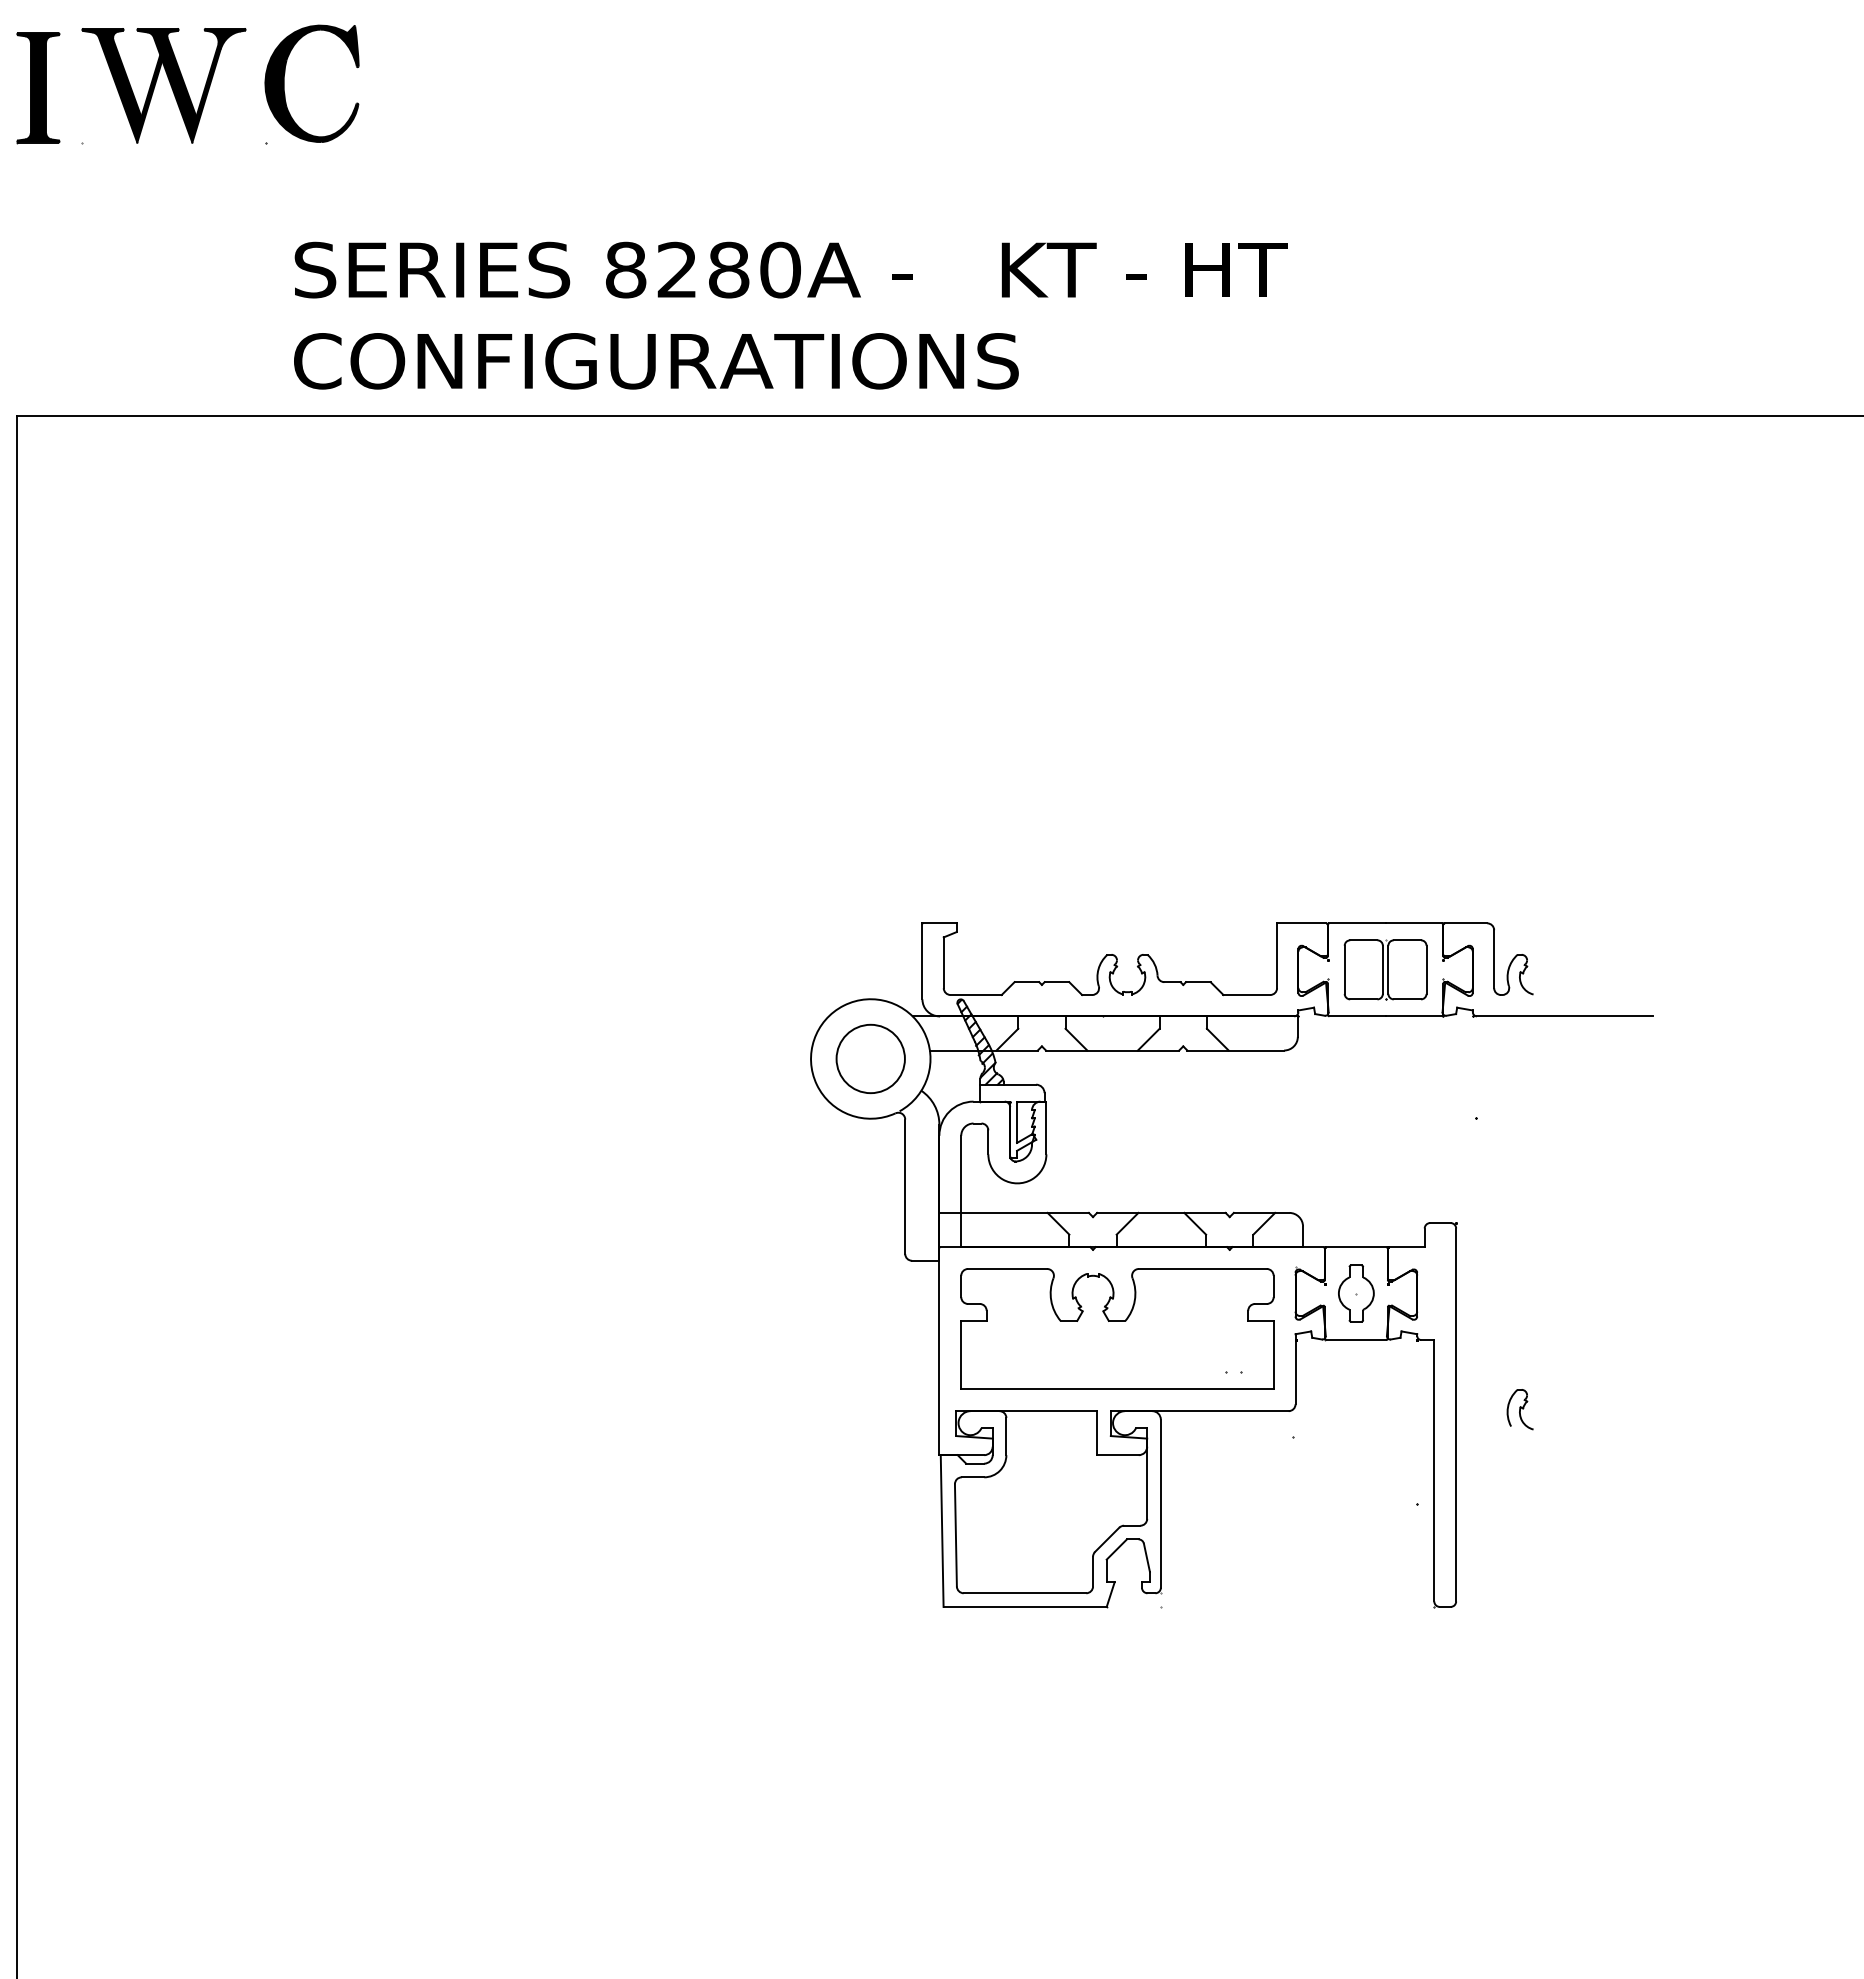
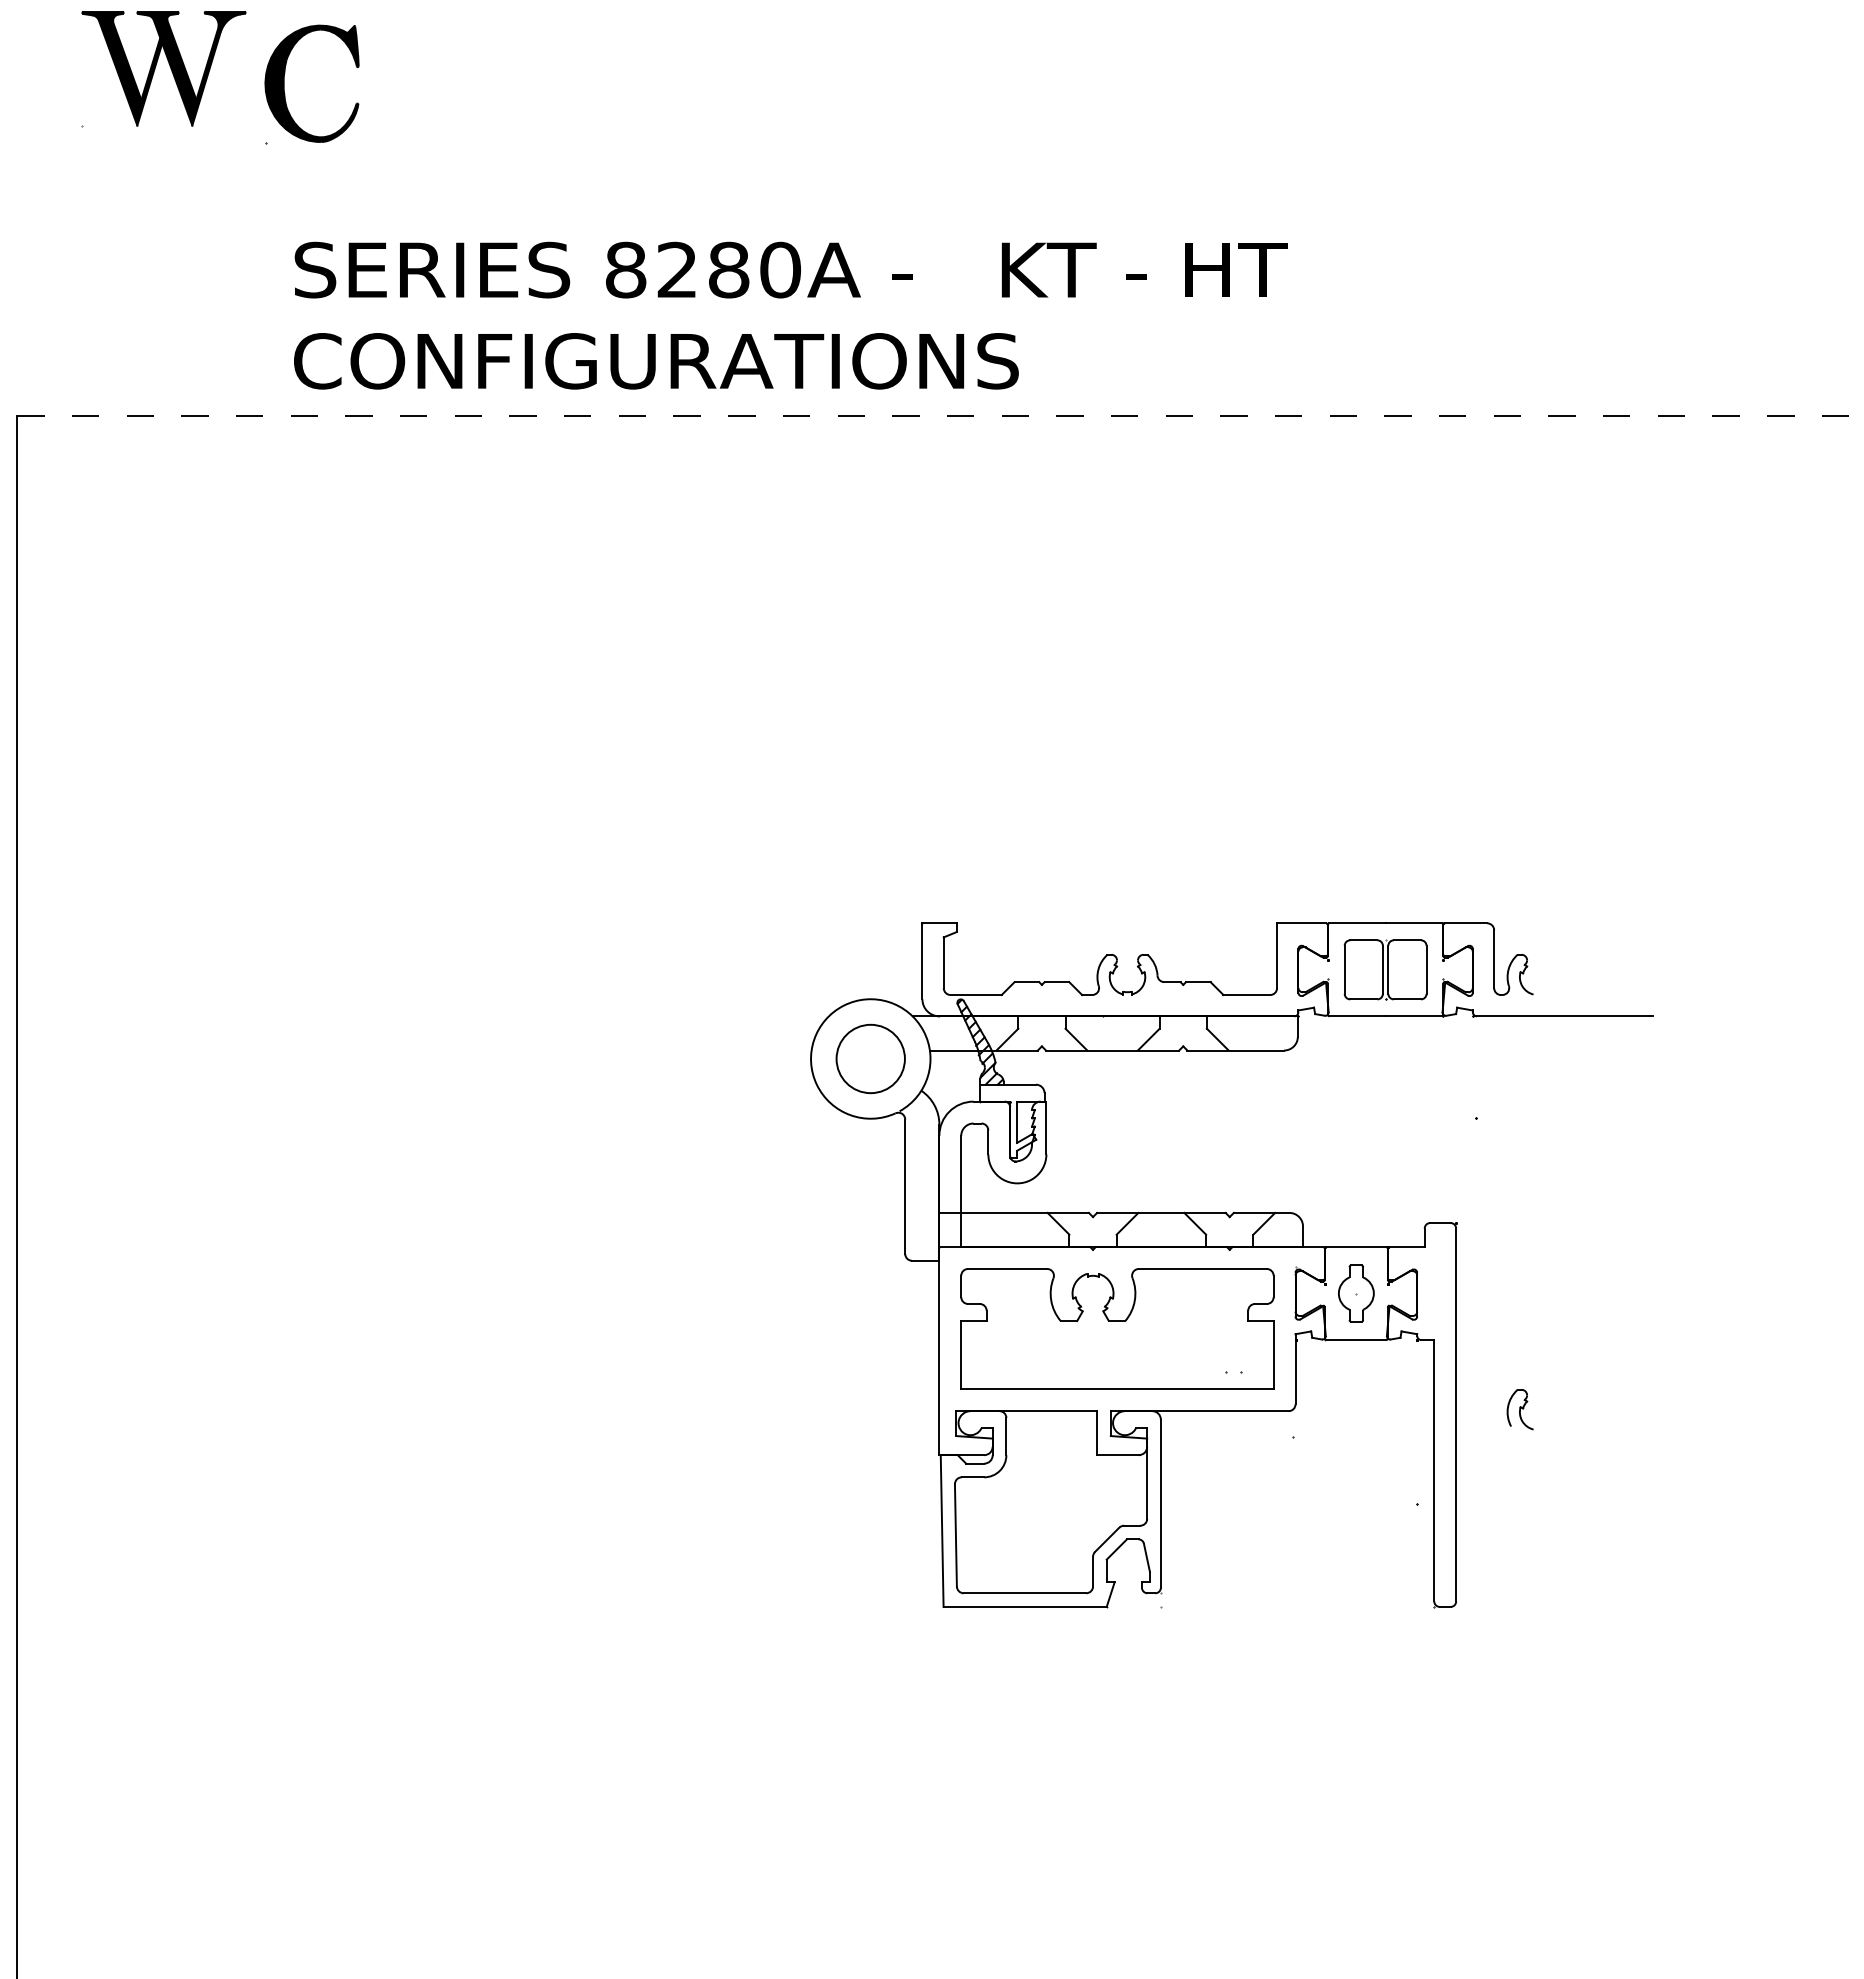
part at (169, 83) position: (169, 83) -> (169, 66)
part at (38, 88): present -> none
line at (941, 415): solid -> dashed
